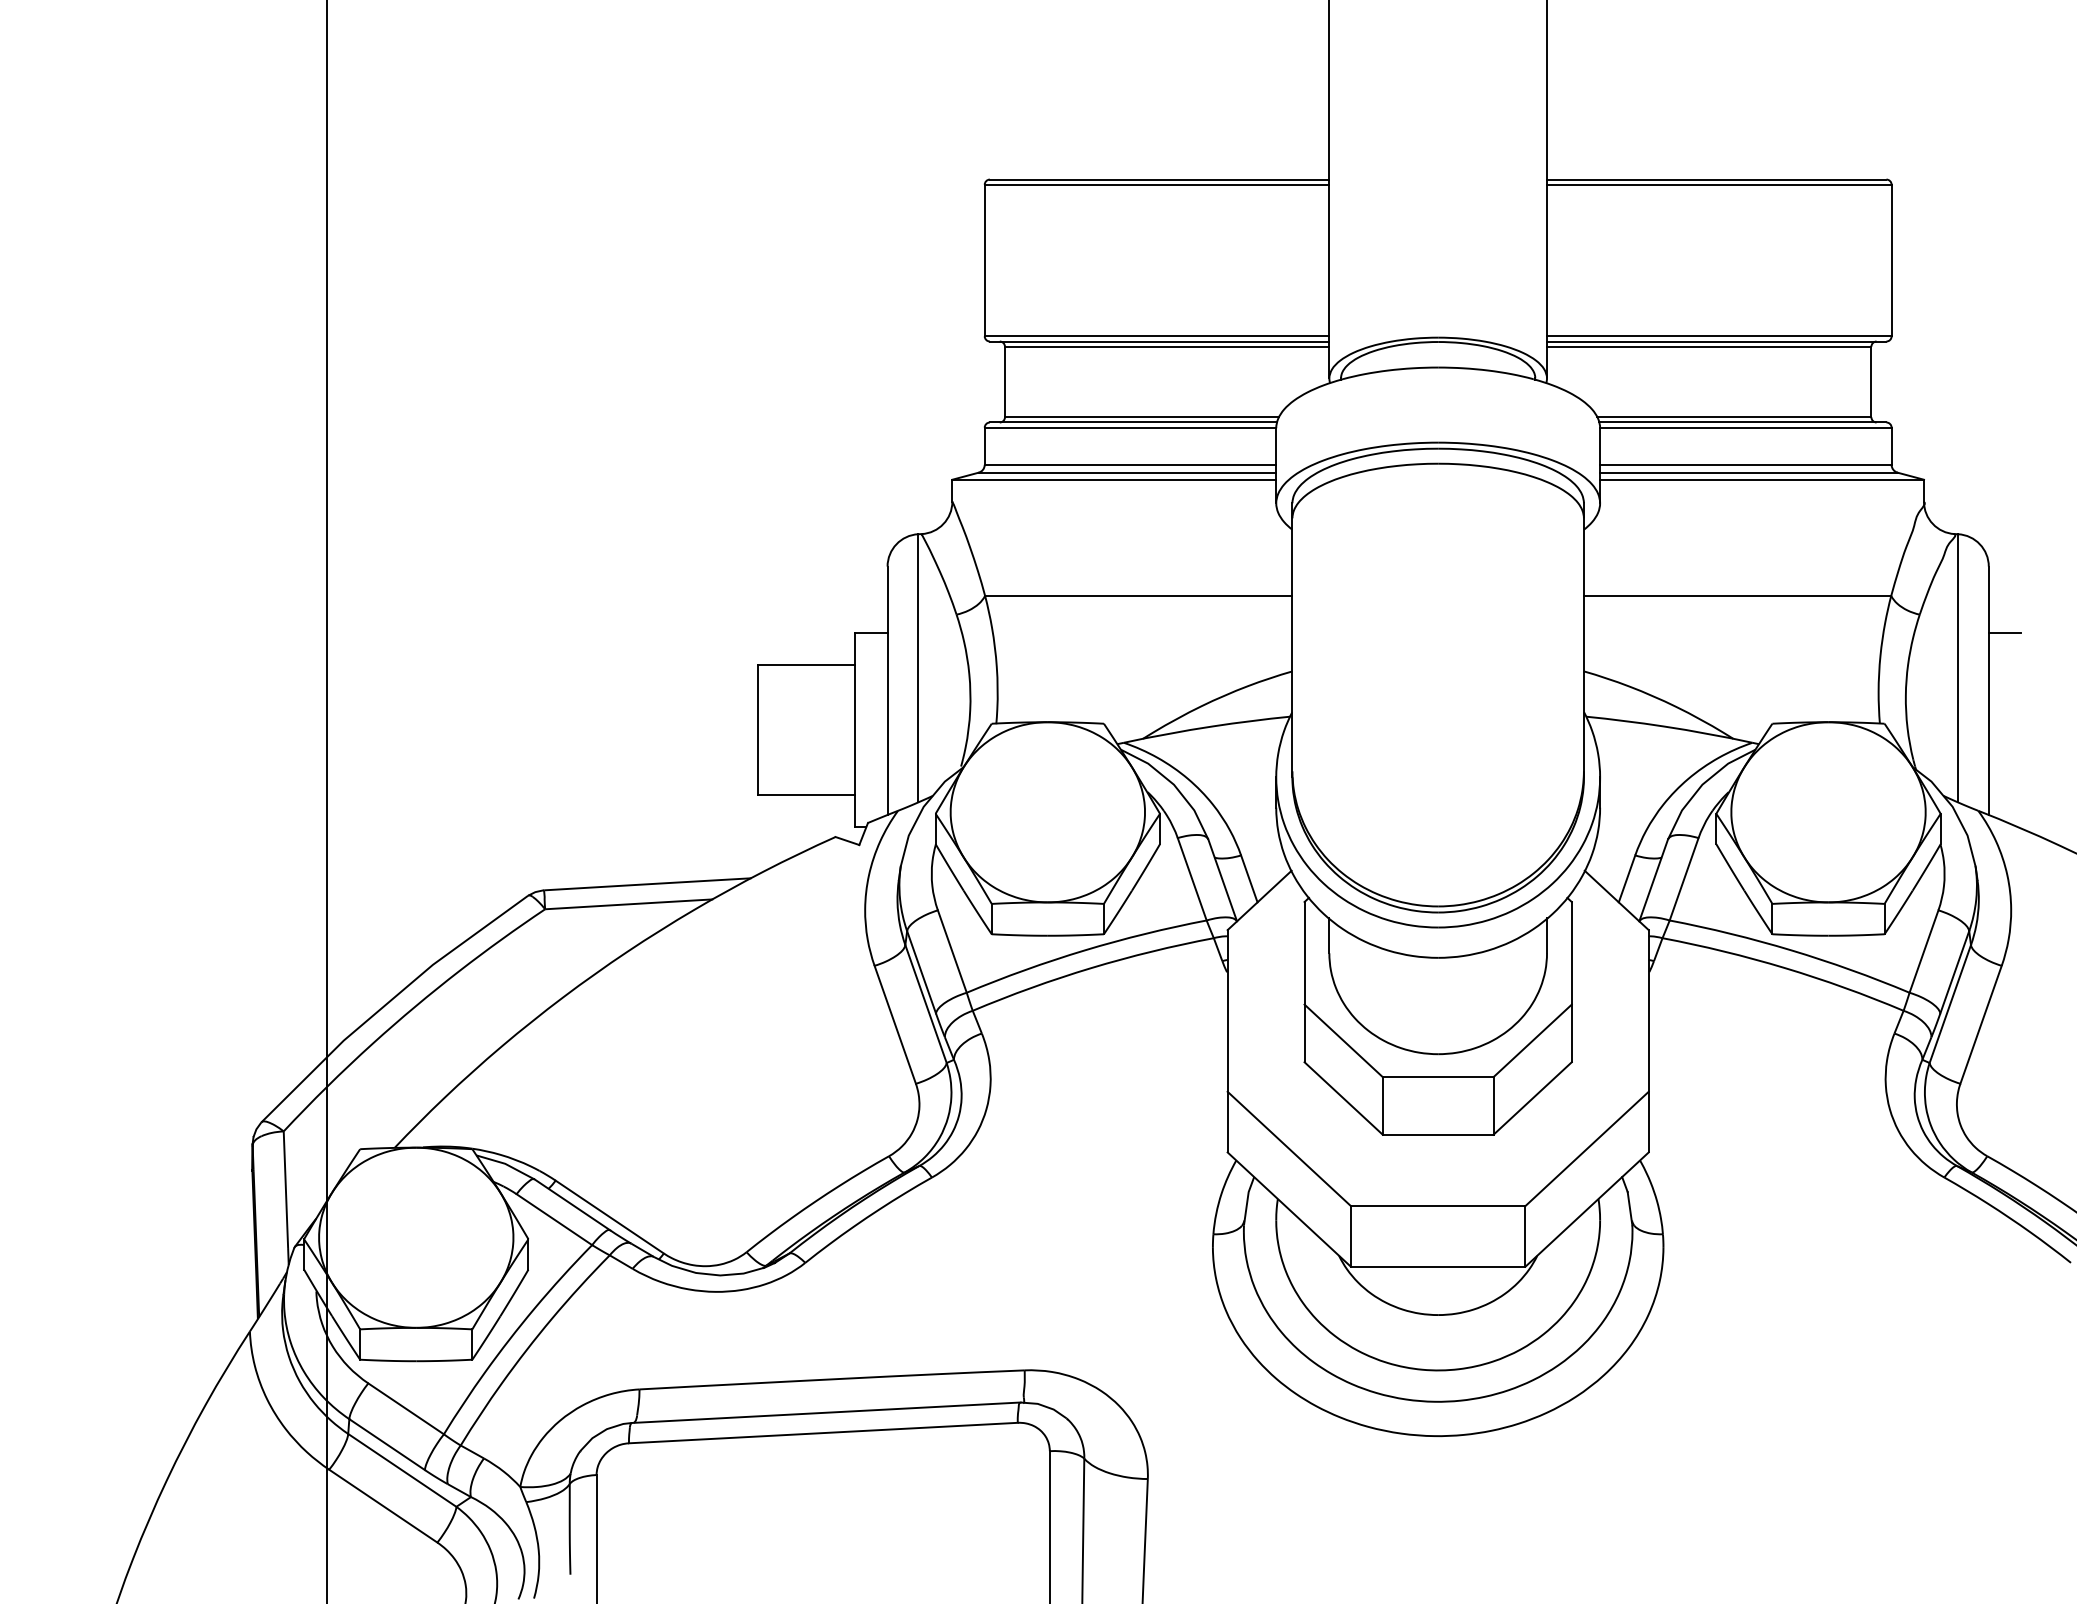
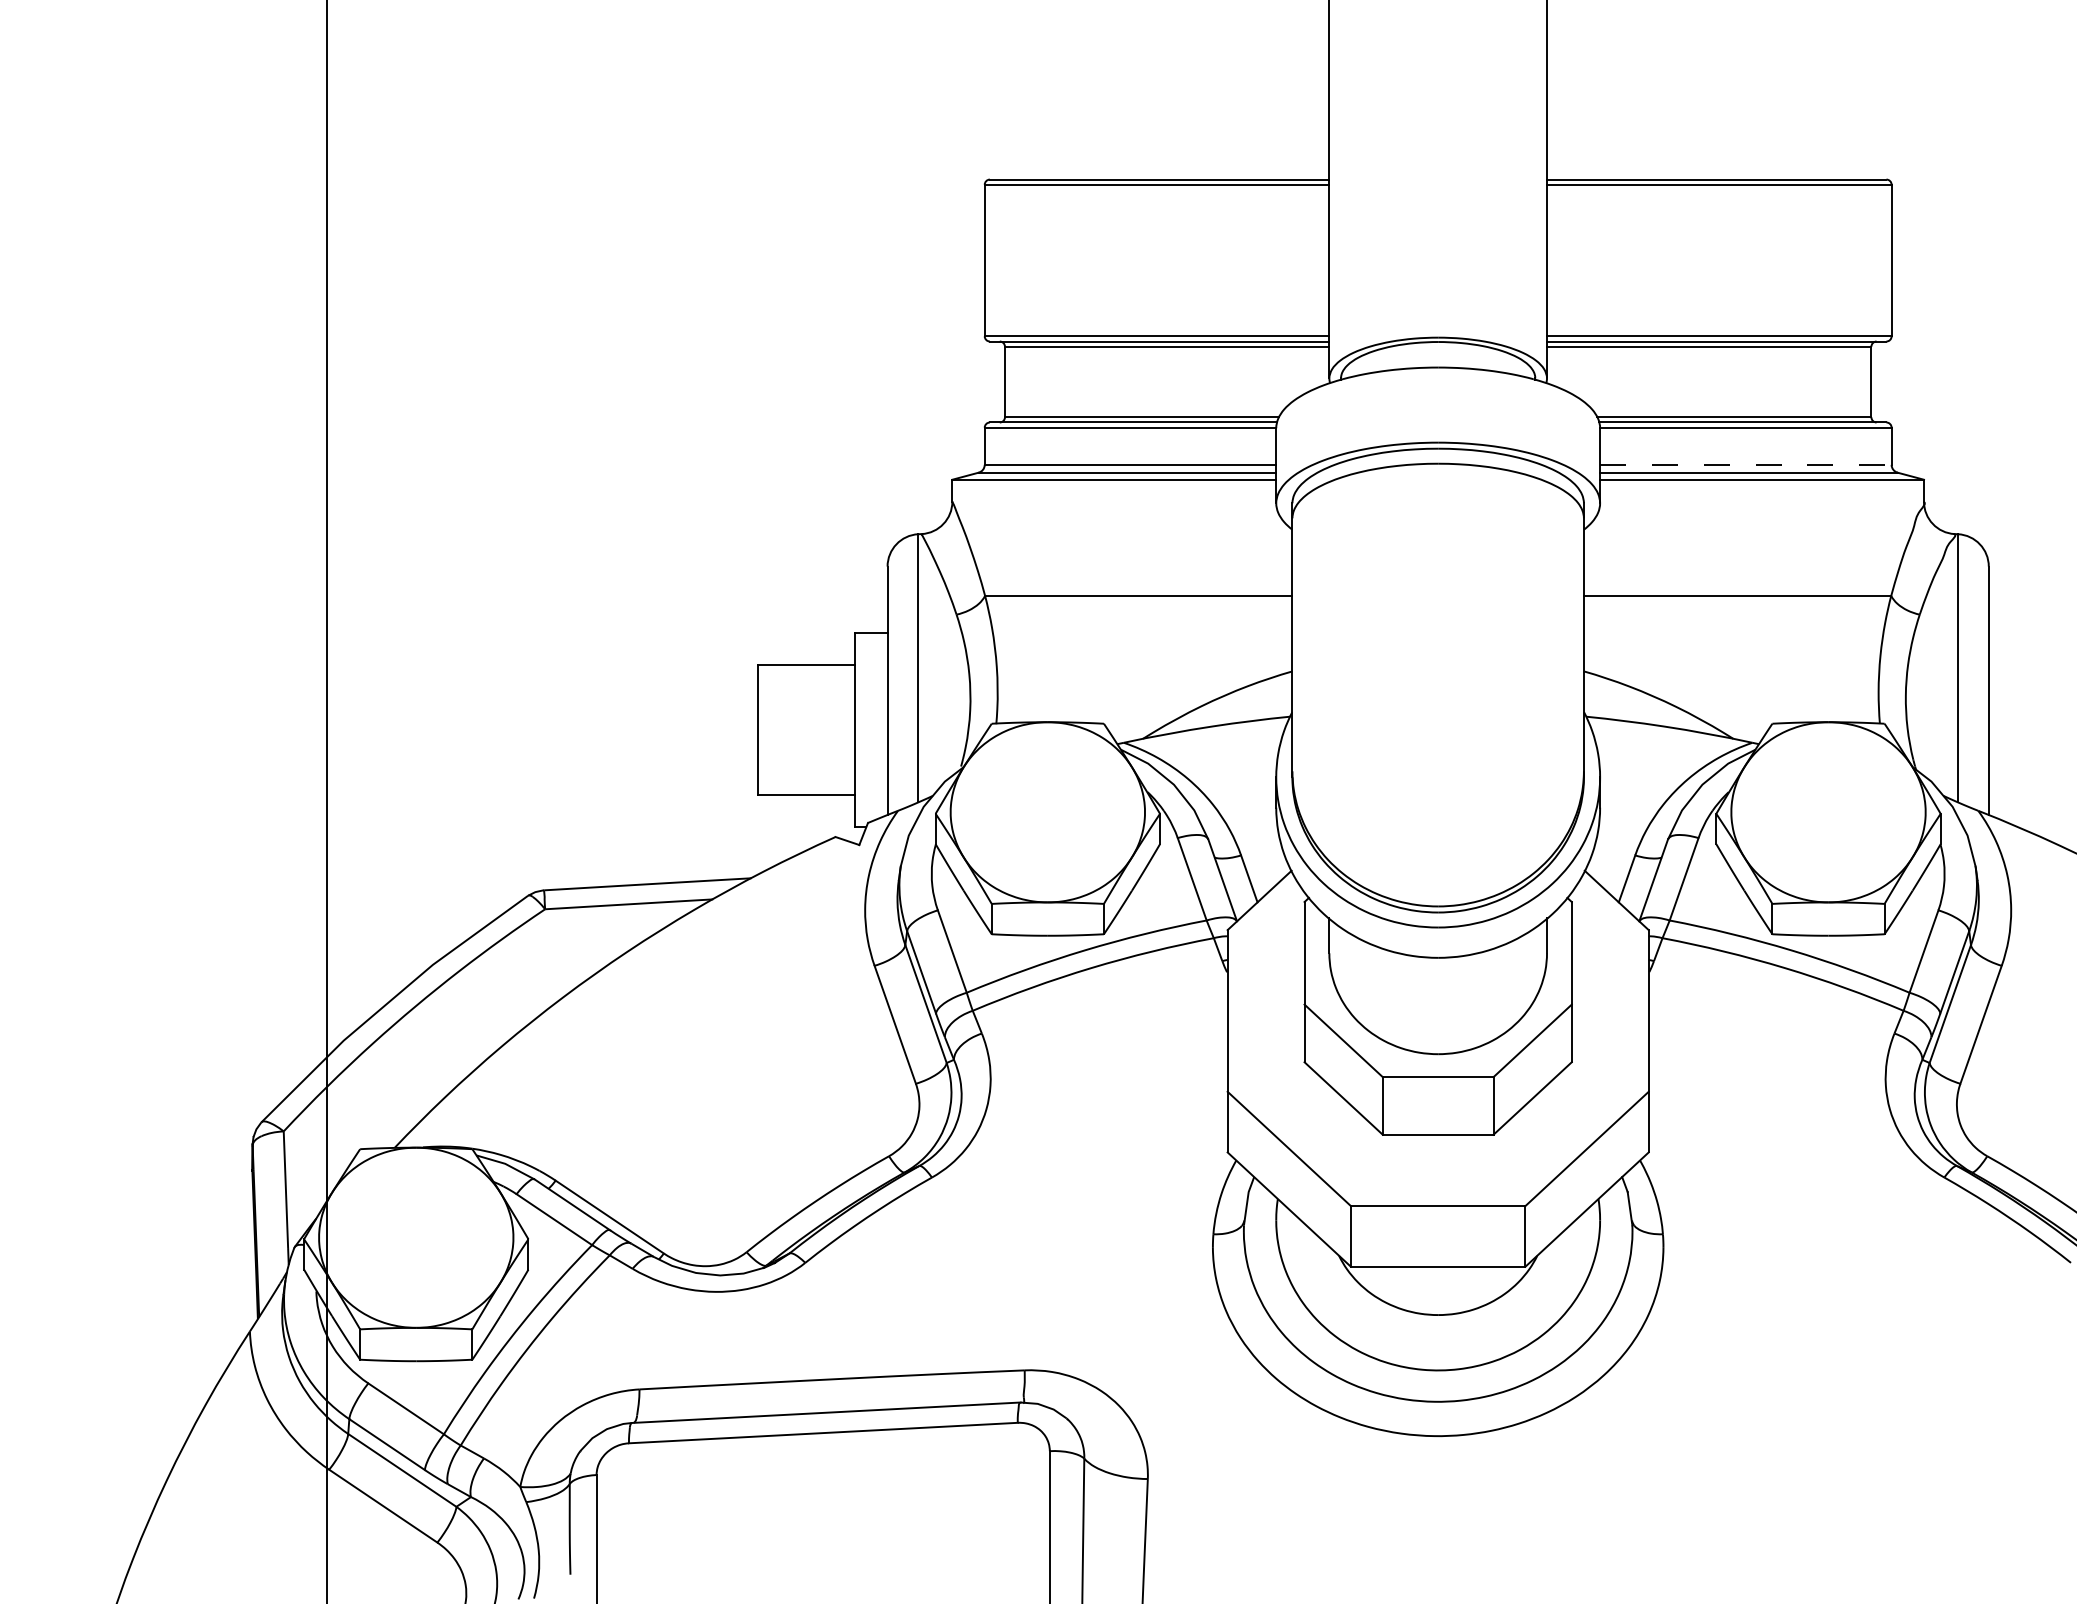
line at (1745, 464): solid -> dashed
line at (2004, 633): present -> none
